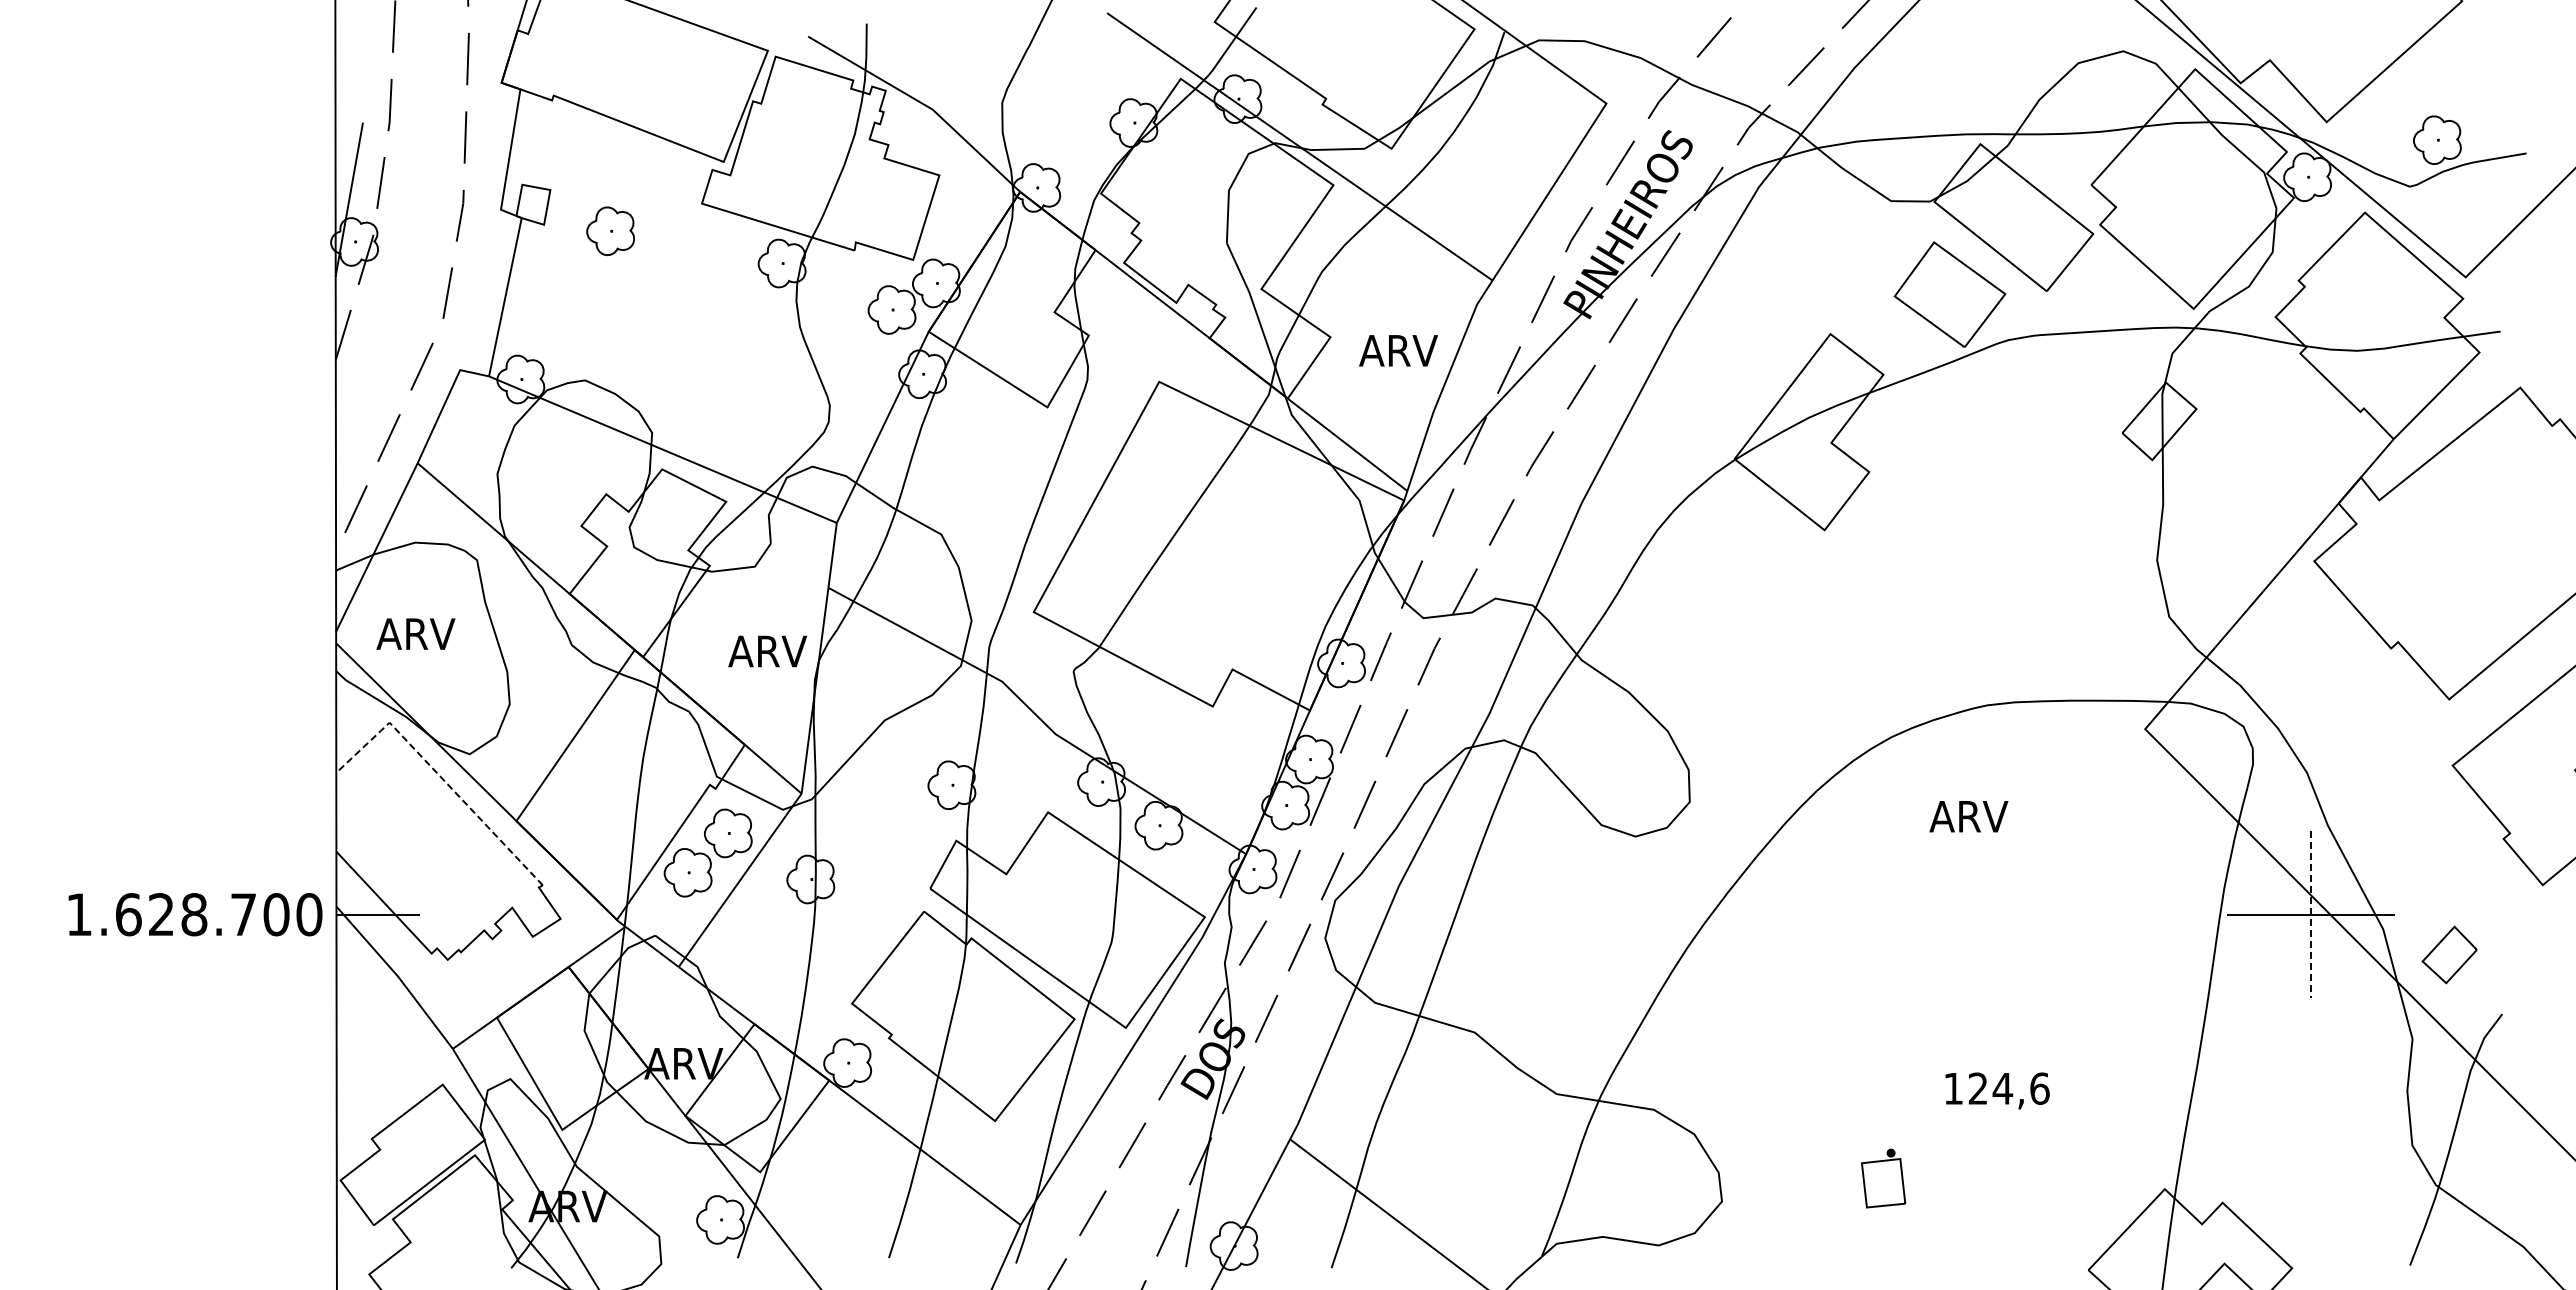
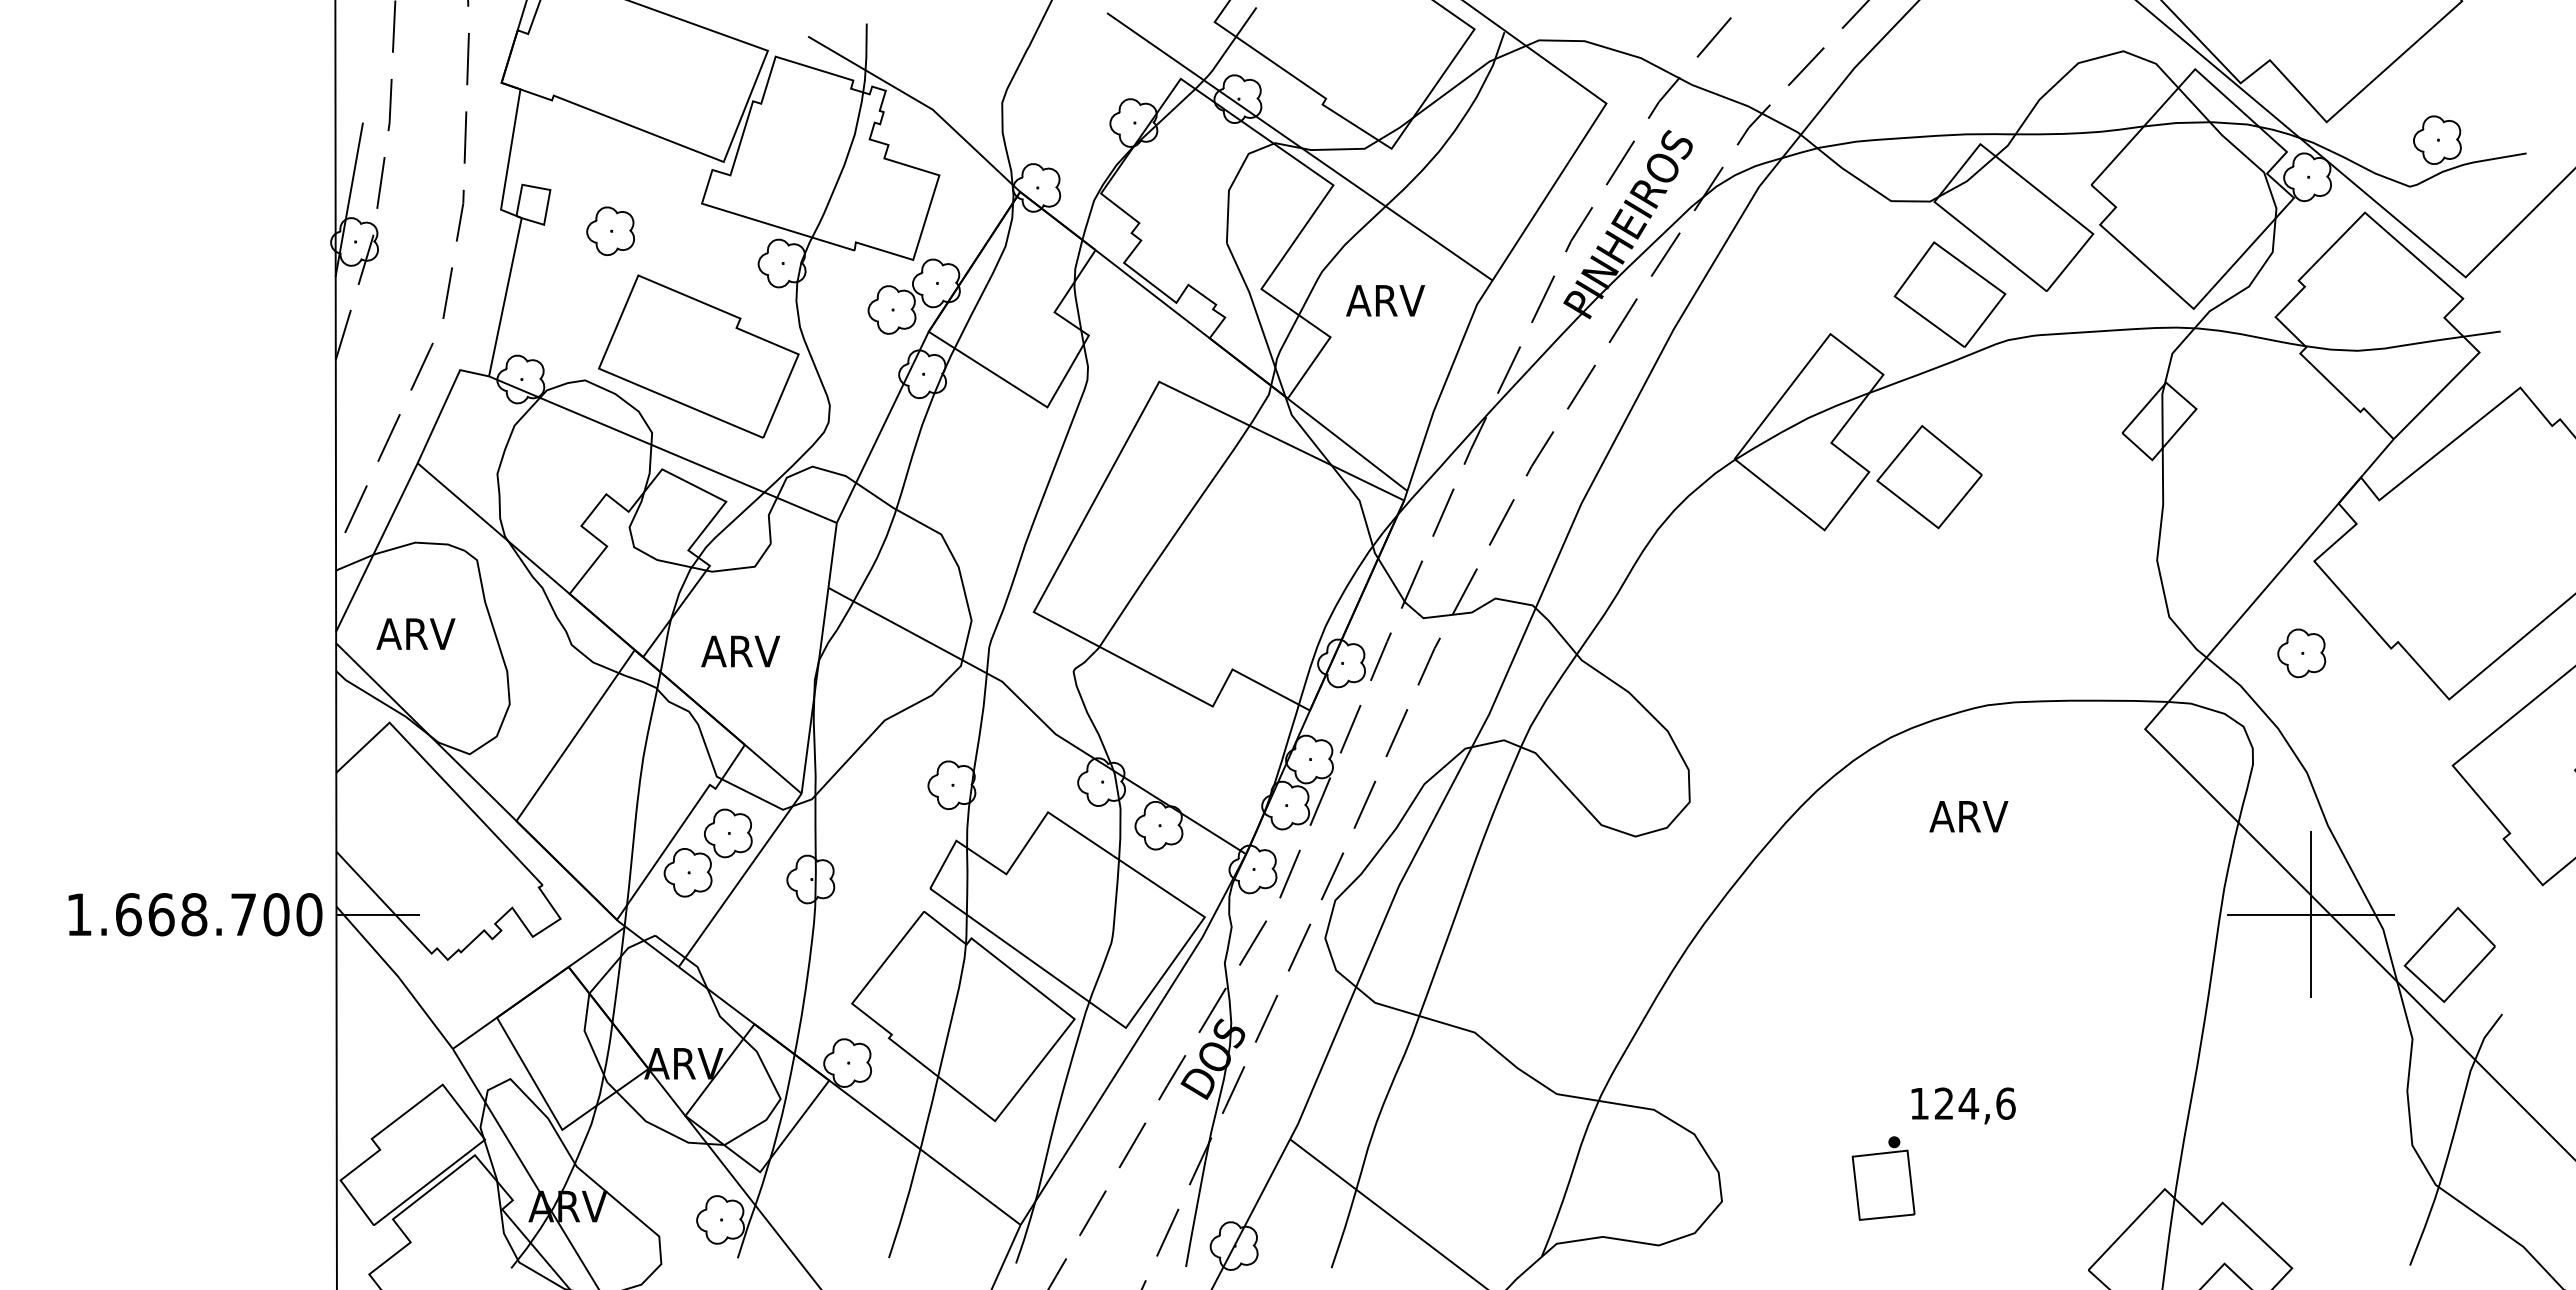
text at (1398, 350) position: (1398, 350) -> (1385, 300)
part at (698, 356): none -> present
part at (1929, 477): none -> present
text at (767, 651) position: (767, 651) -> (740, 651)
part at (2301, 653): none -> present
line at (440, 776): dashed -> solid
text at (161, 914): 1.628.700 -> 1.668.700
line at (2311, 914): dashed -> solid
part at (2449, 954) size: 57x60 px -> 93x96 px
text at (1997, 1090) position: (1997, 1090) -> (1963, 1105)
part at (1883, 1178) size: 46x61 px -> 65x85 px
